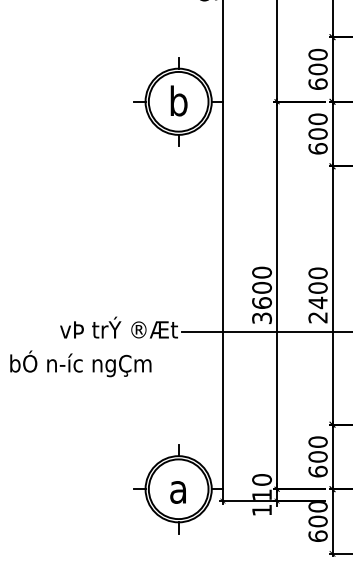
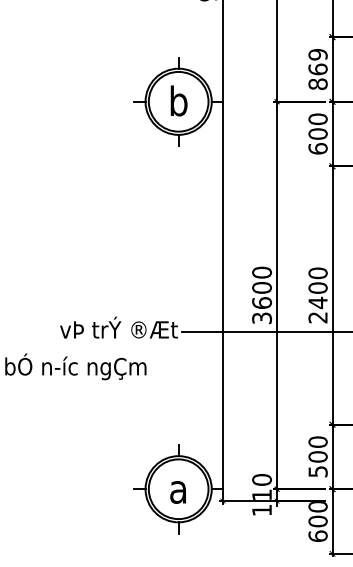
text at (317, 69): 600 -> 869
text at (80, 363) position: (80, 363) -> (75, 366)
text at (317, 471): 600 -> 500
